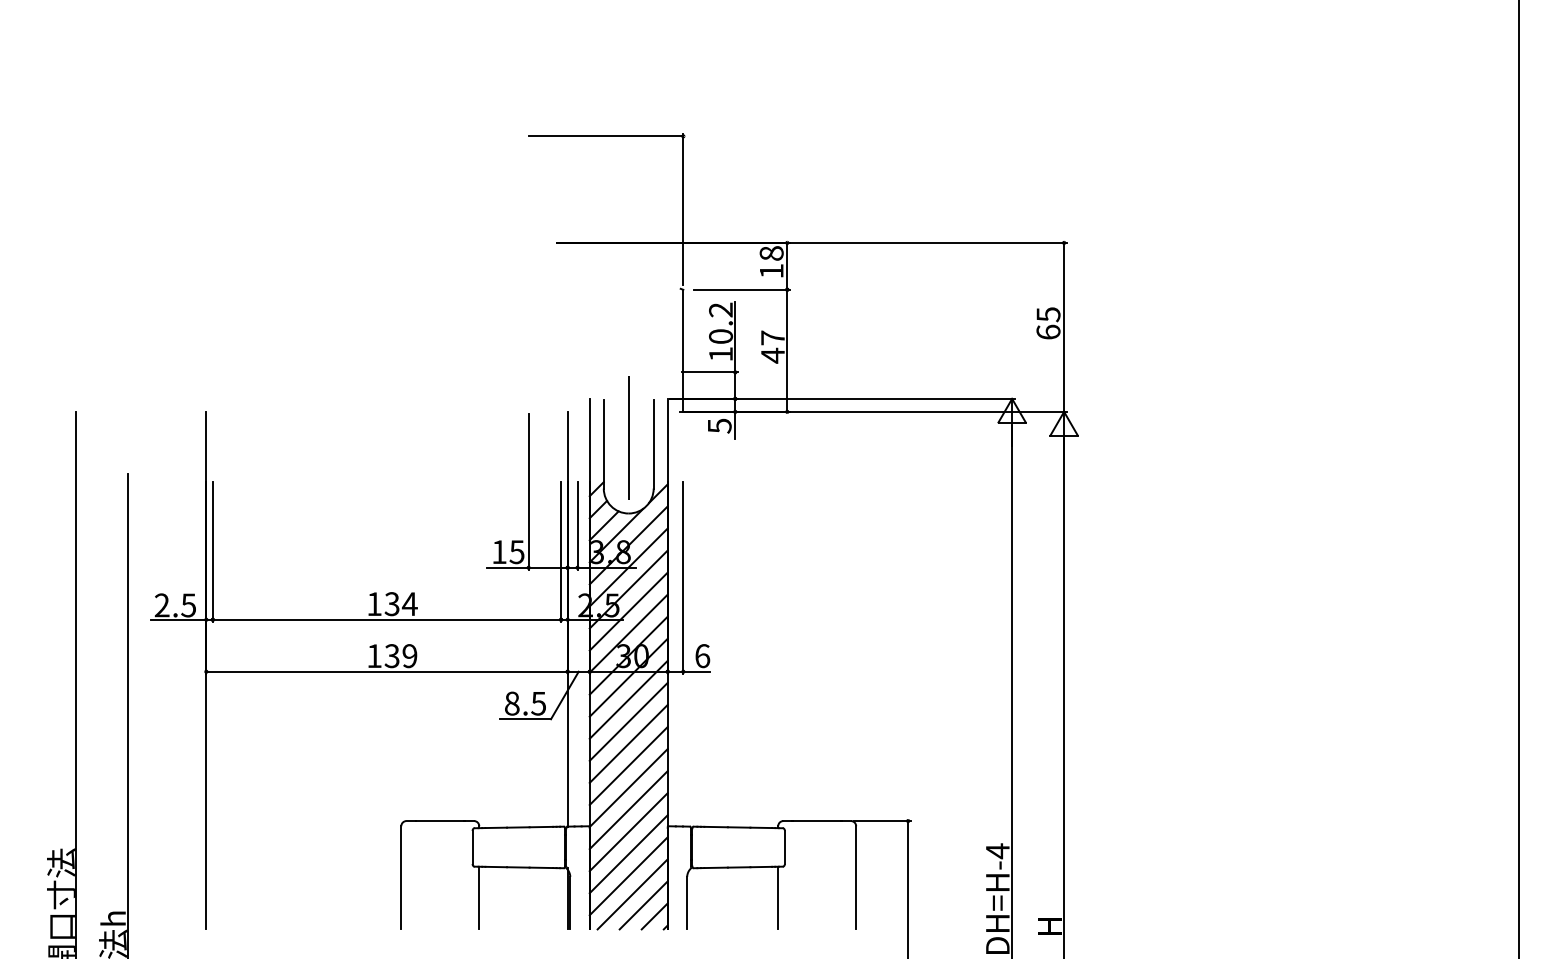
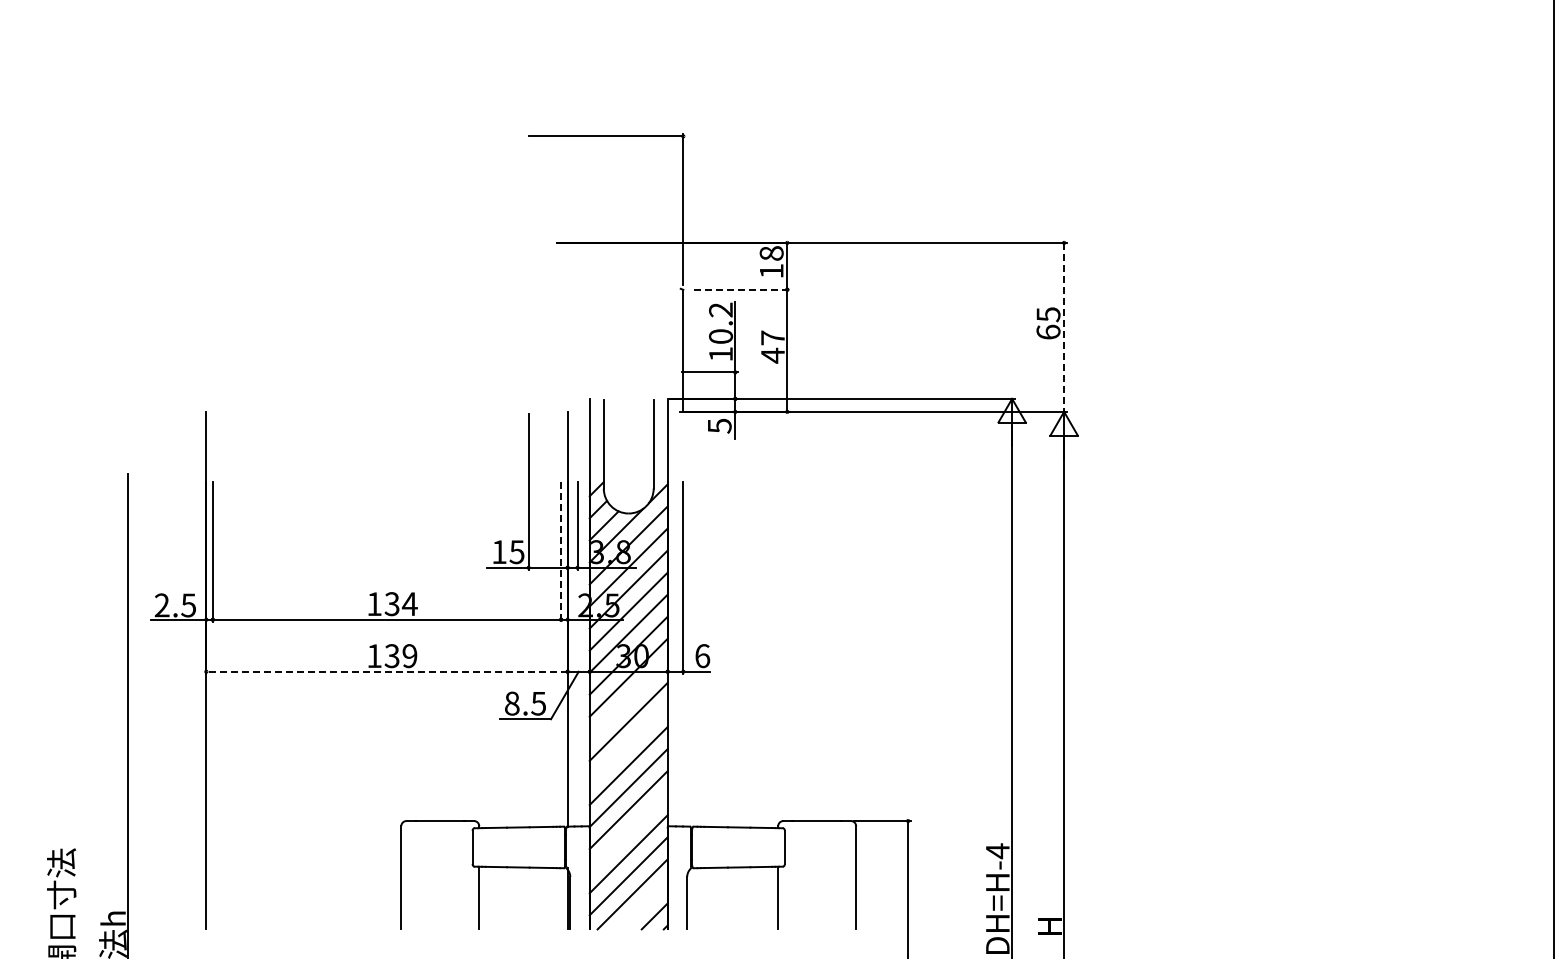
line at (742, 289): solid -> dashed
line at (1064, 327): solid -> dashed
line at (628, 437): present -> none
line at (1519, 478) position: (1519, 478) -> (1554, 478)
line at (561, 552): solid -> dashed
line at (387, 671): solid -> dashed
line at (76, 683): present -> none
line at (628, 699): present -> none
line at (628, 743): present -> none
line at (628, 832): present -> none
line at (643, 905): present -> none
